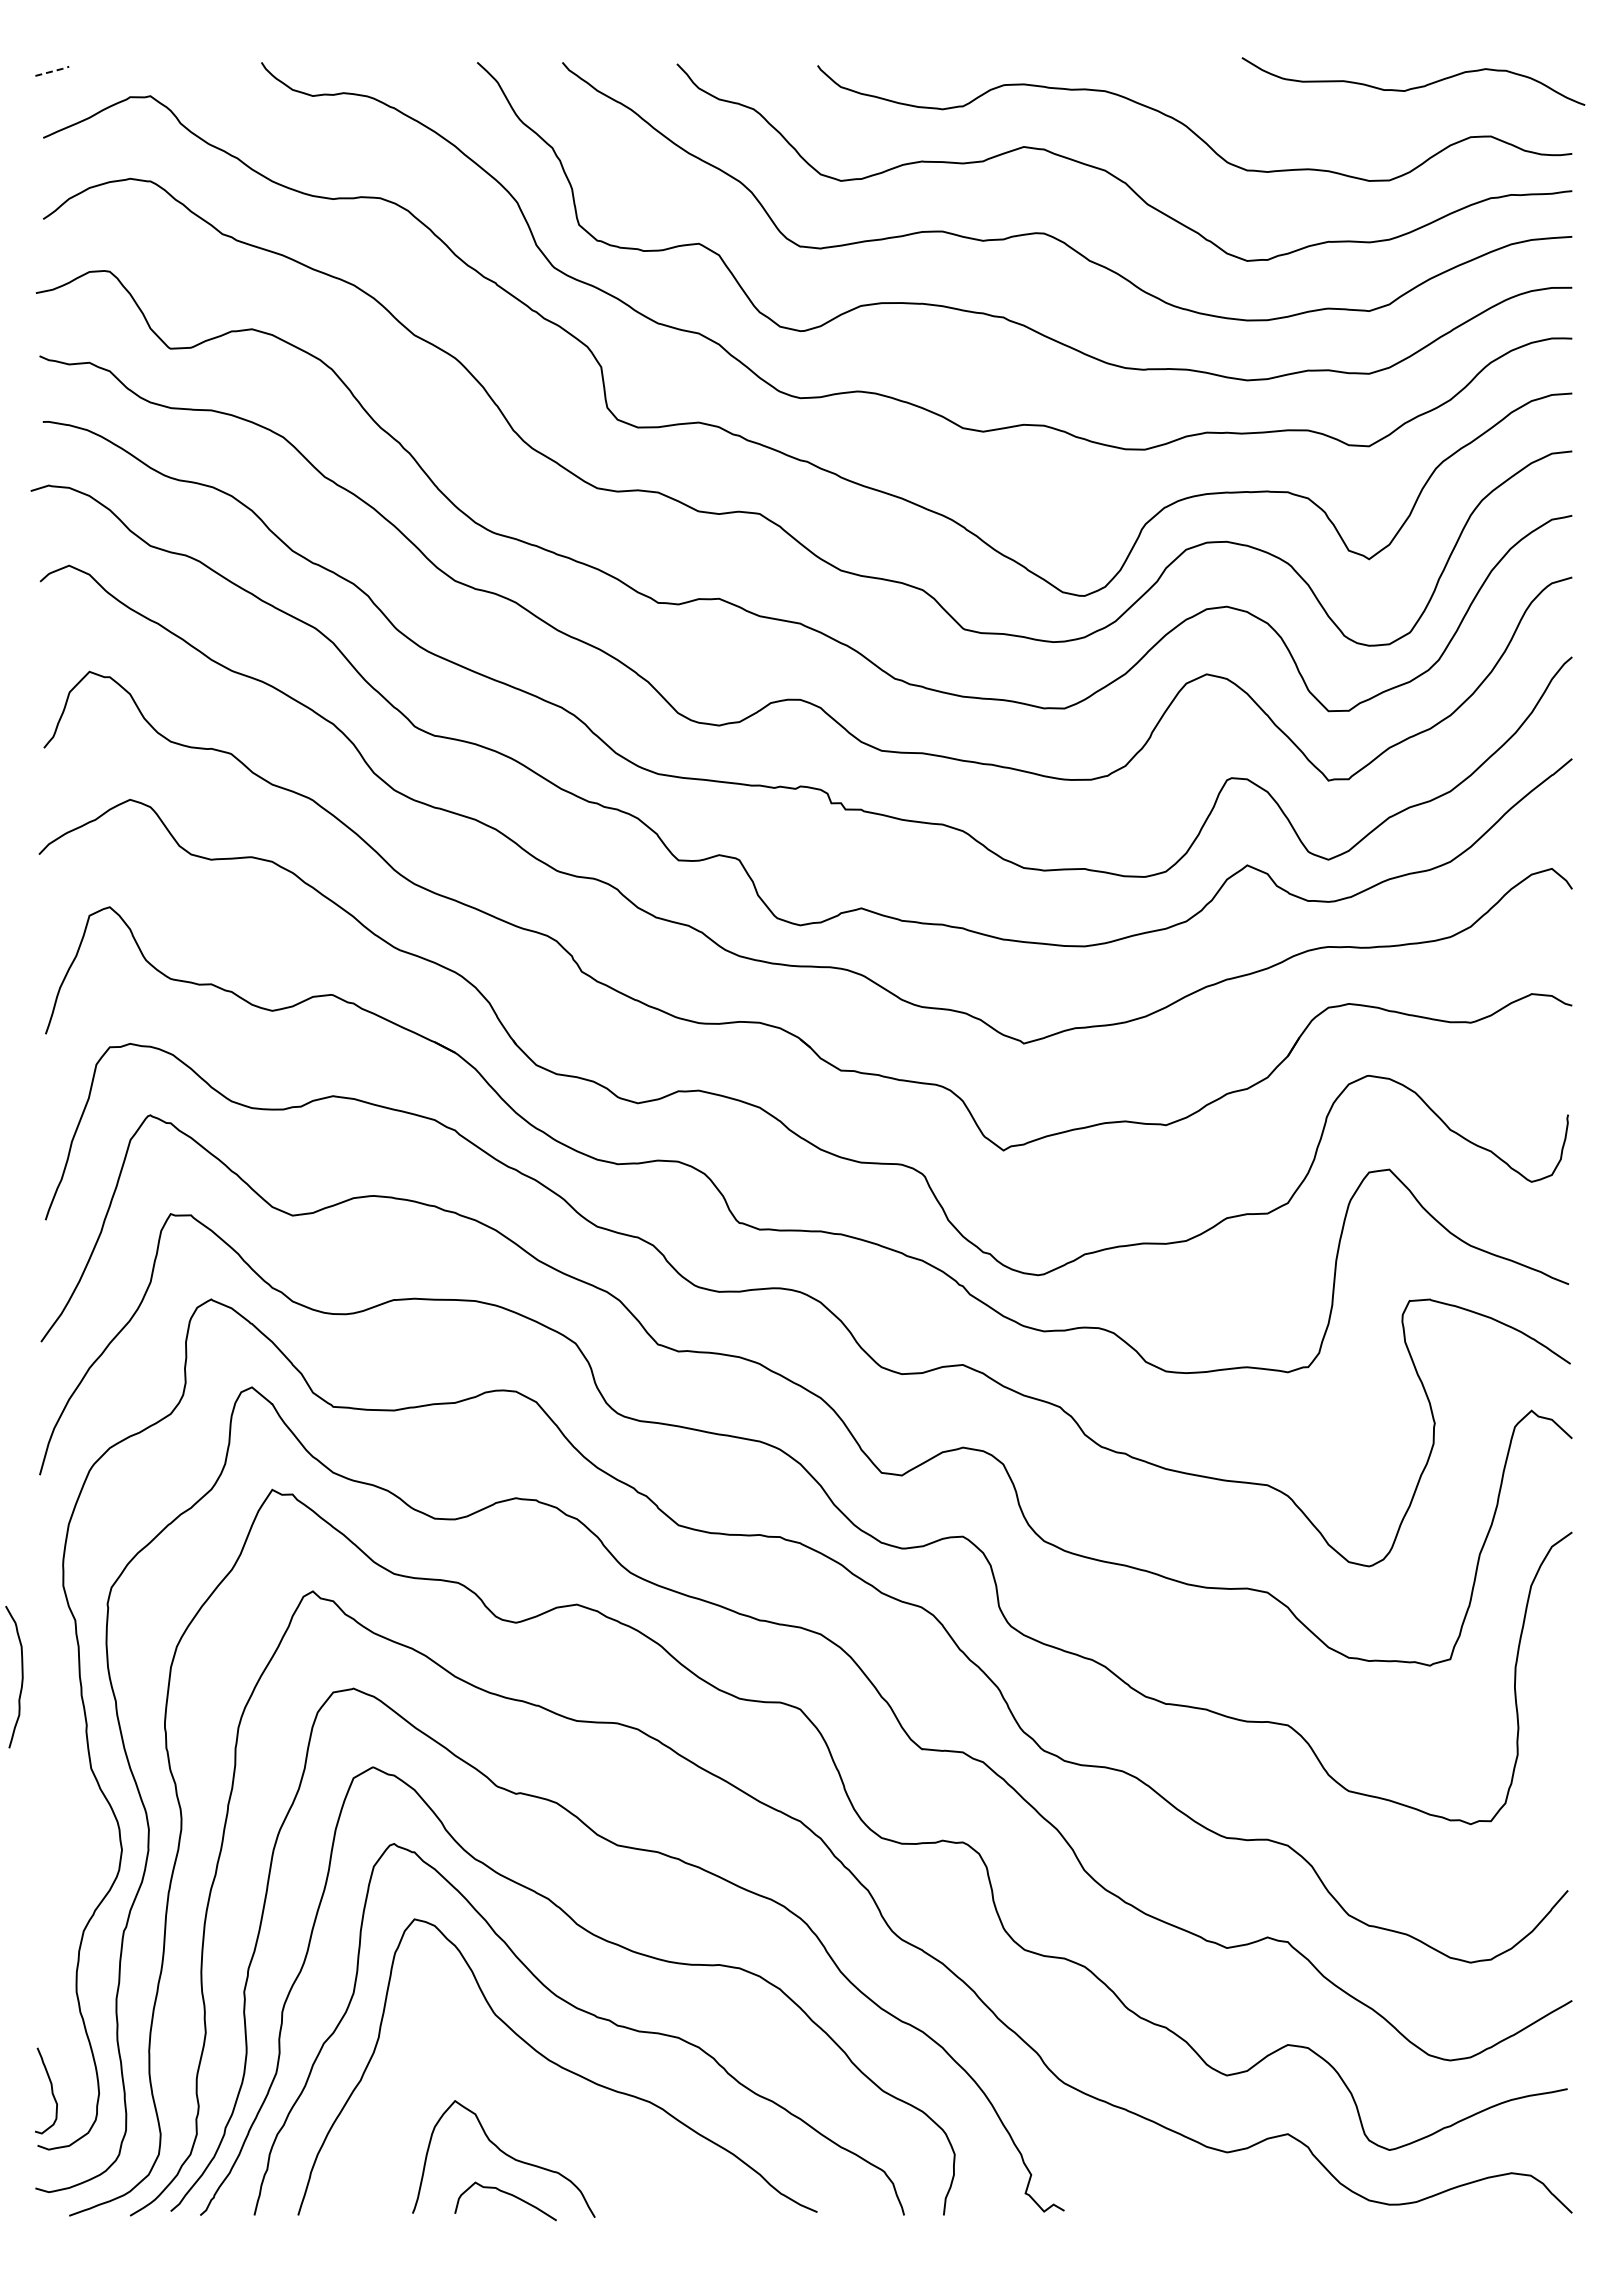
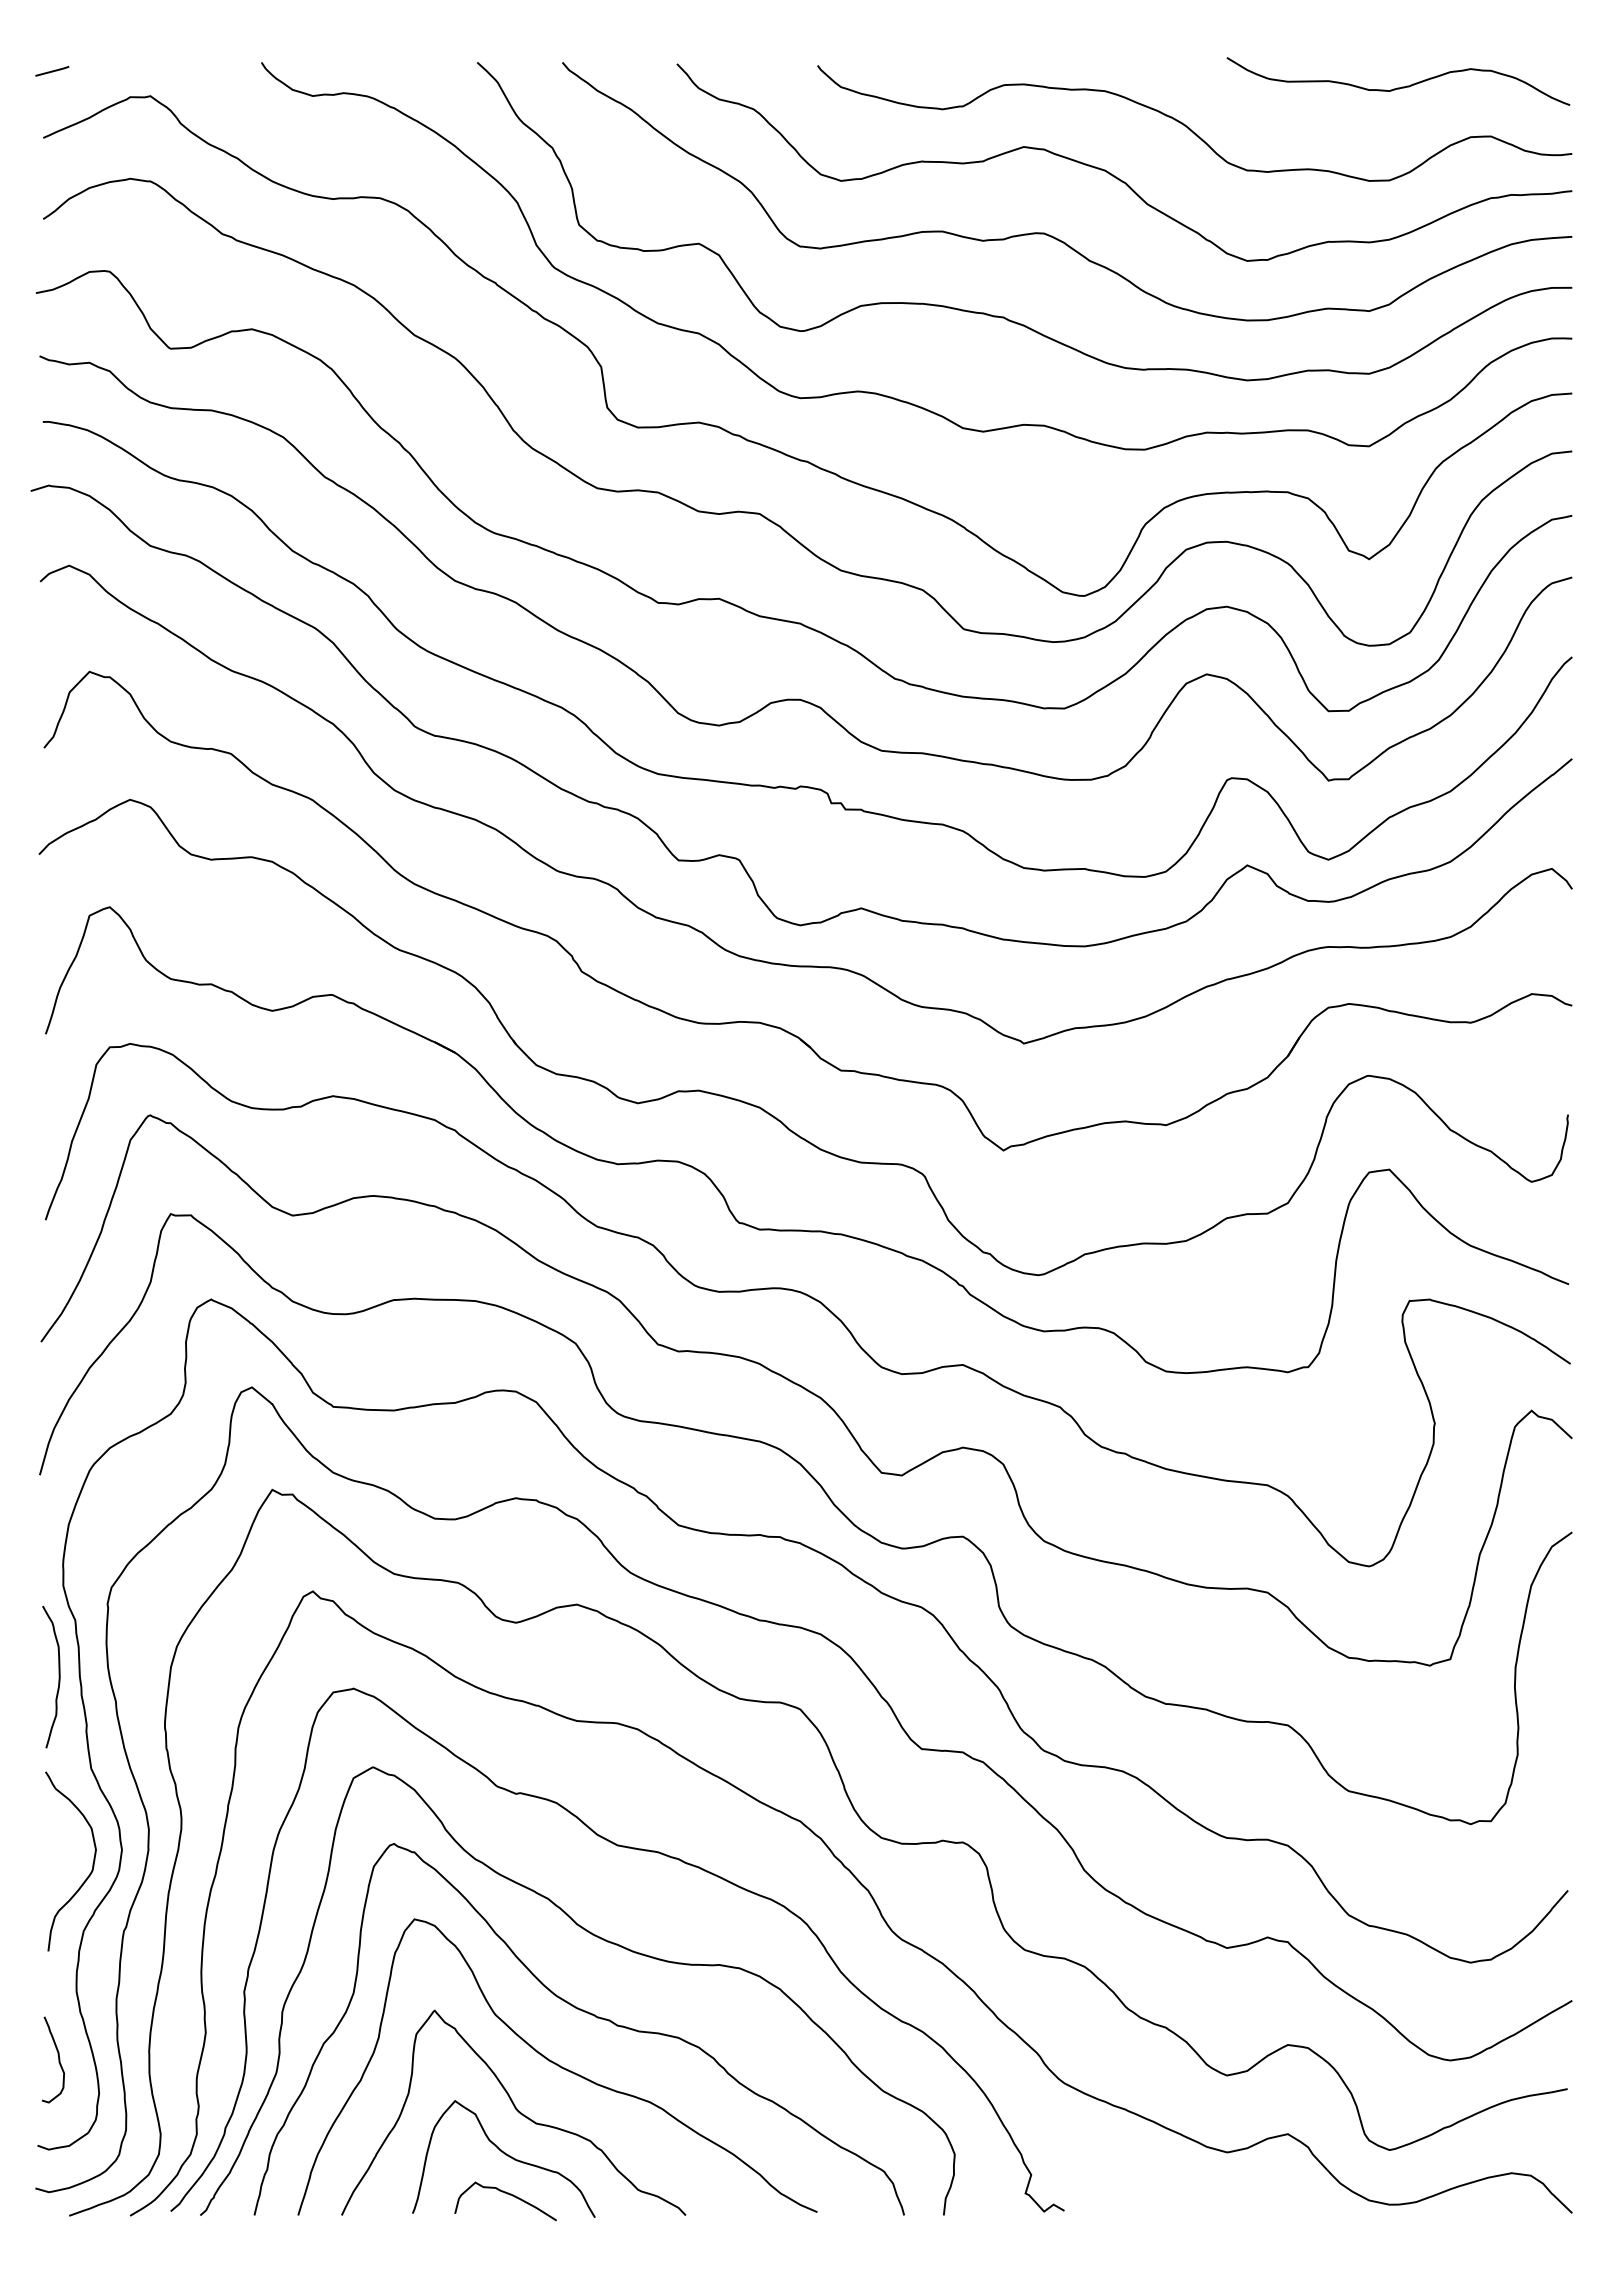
line at (53, 71): dashed -> solid
curve at (1413, 87) position: (1413, 87) -> (1398, 87)
curve at (21, 1676) position: (21, 1676) -> (58, 1676)
curve at (92, 1863): none -> present
curve at (51, 2090) position: (51, 2090) -> (58, 2059)
curve at (515, 2109): none -> present
